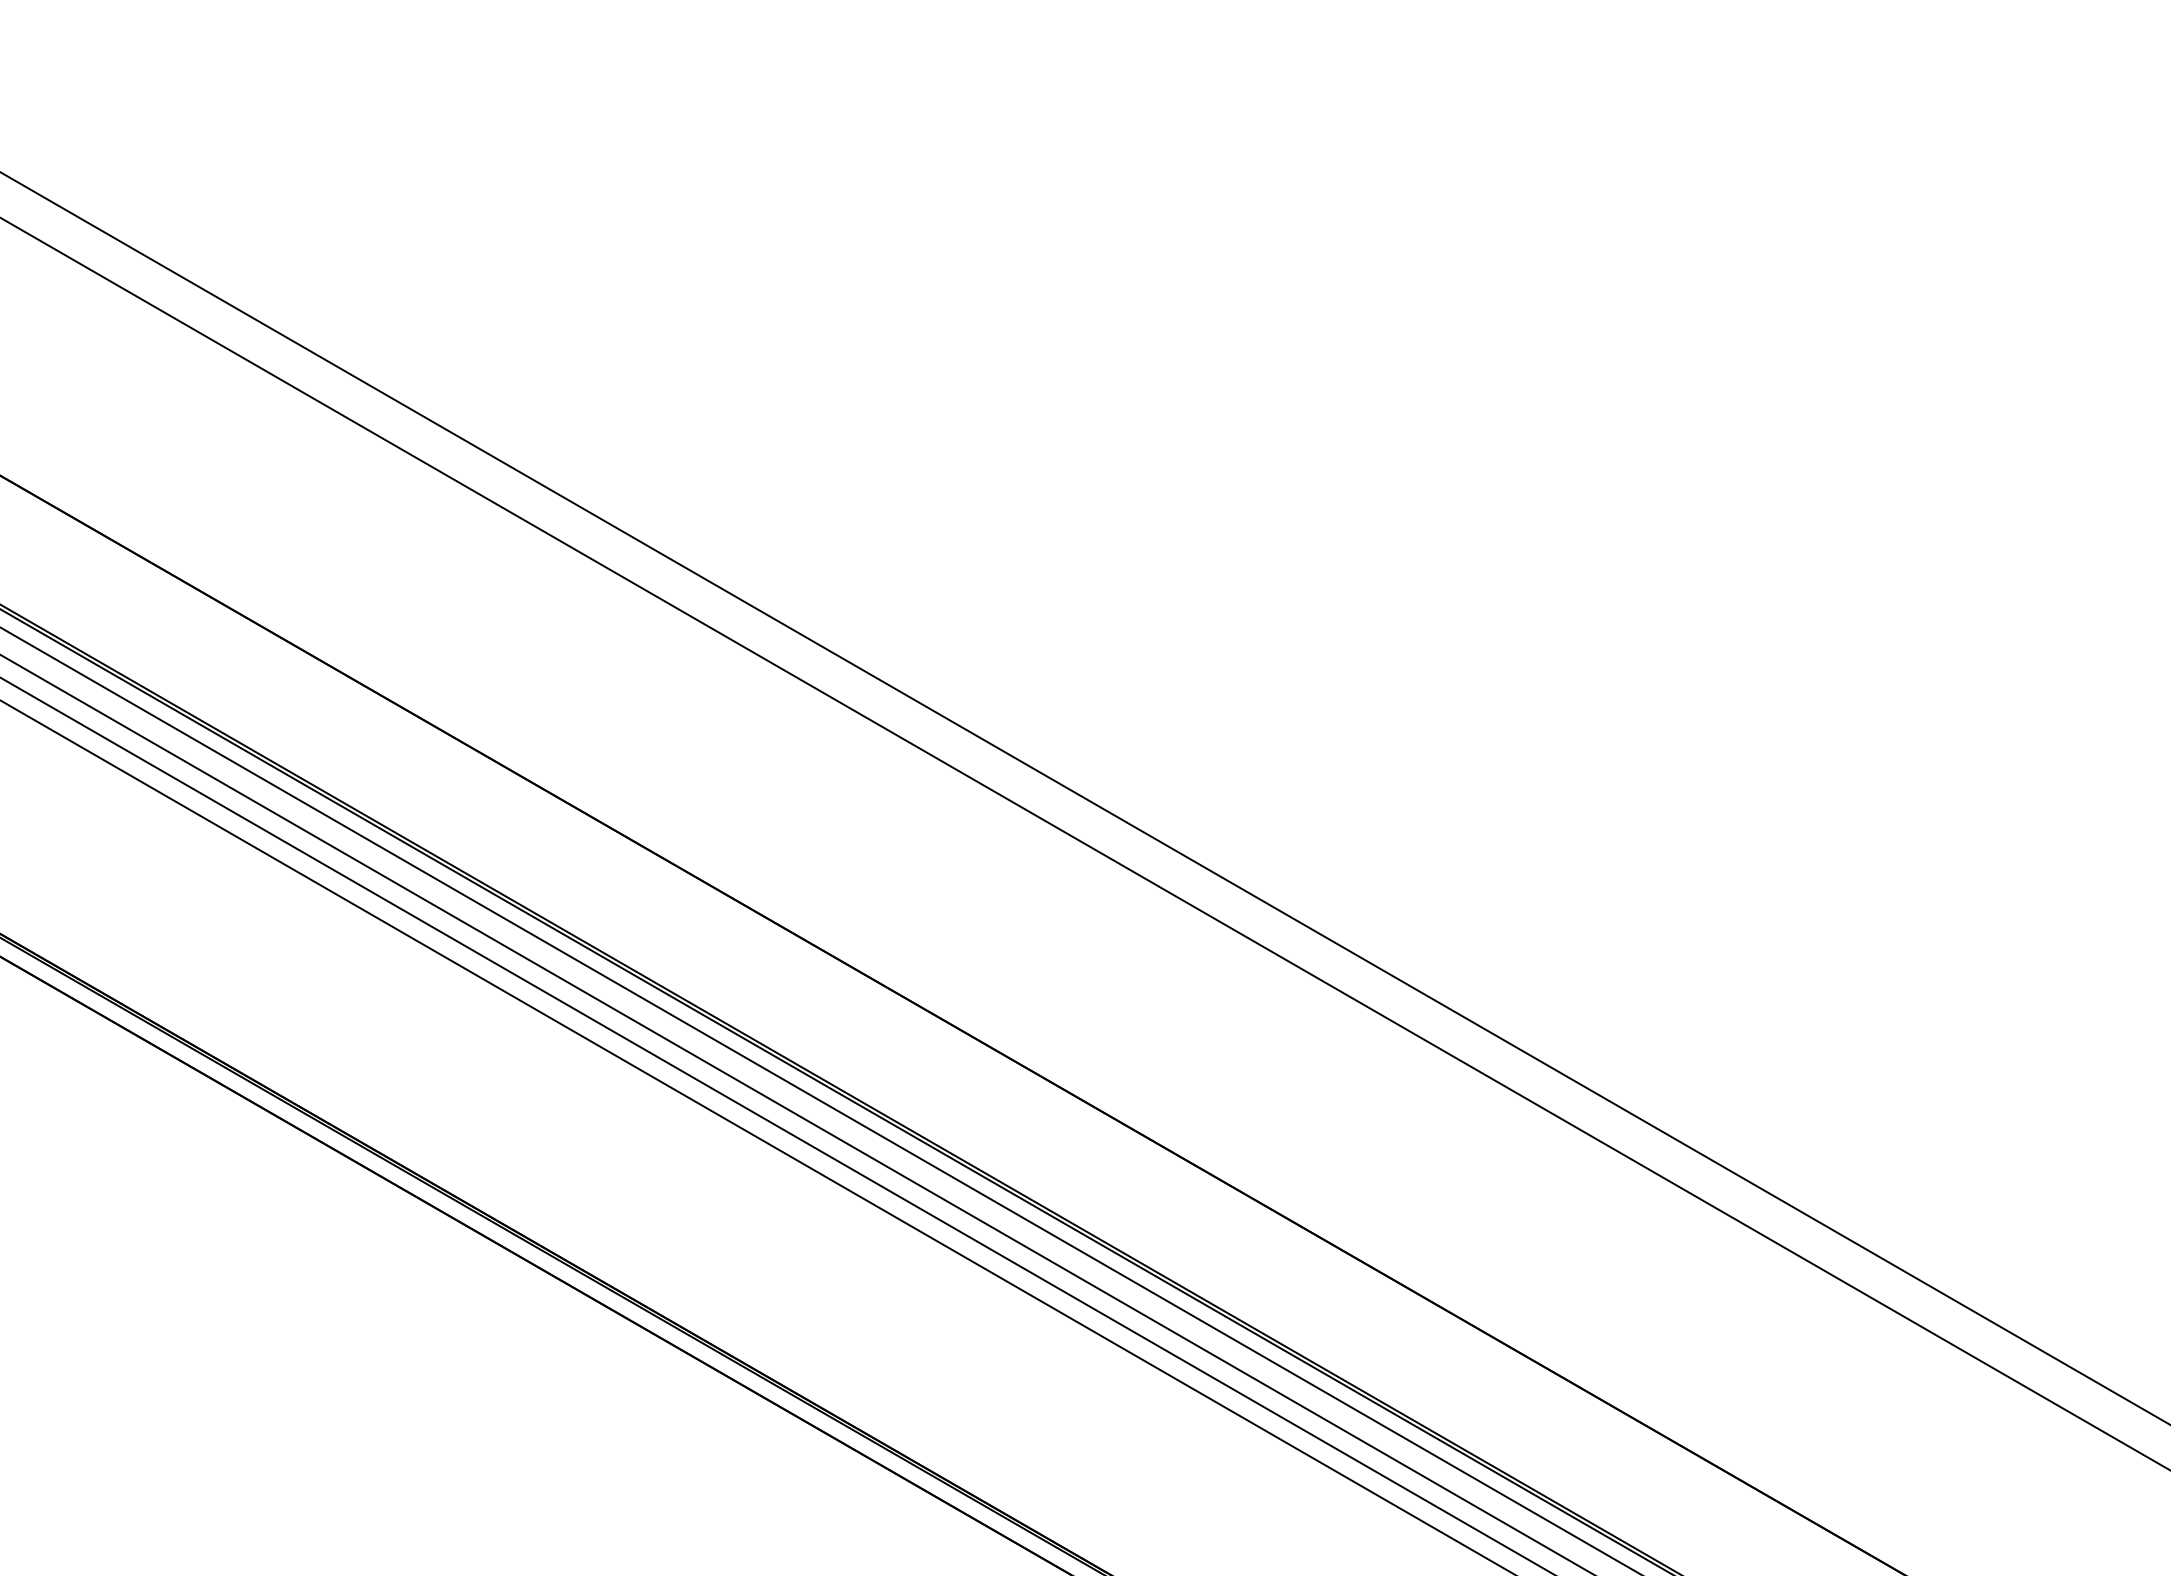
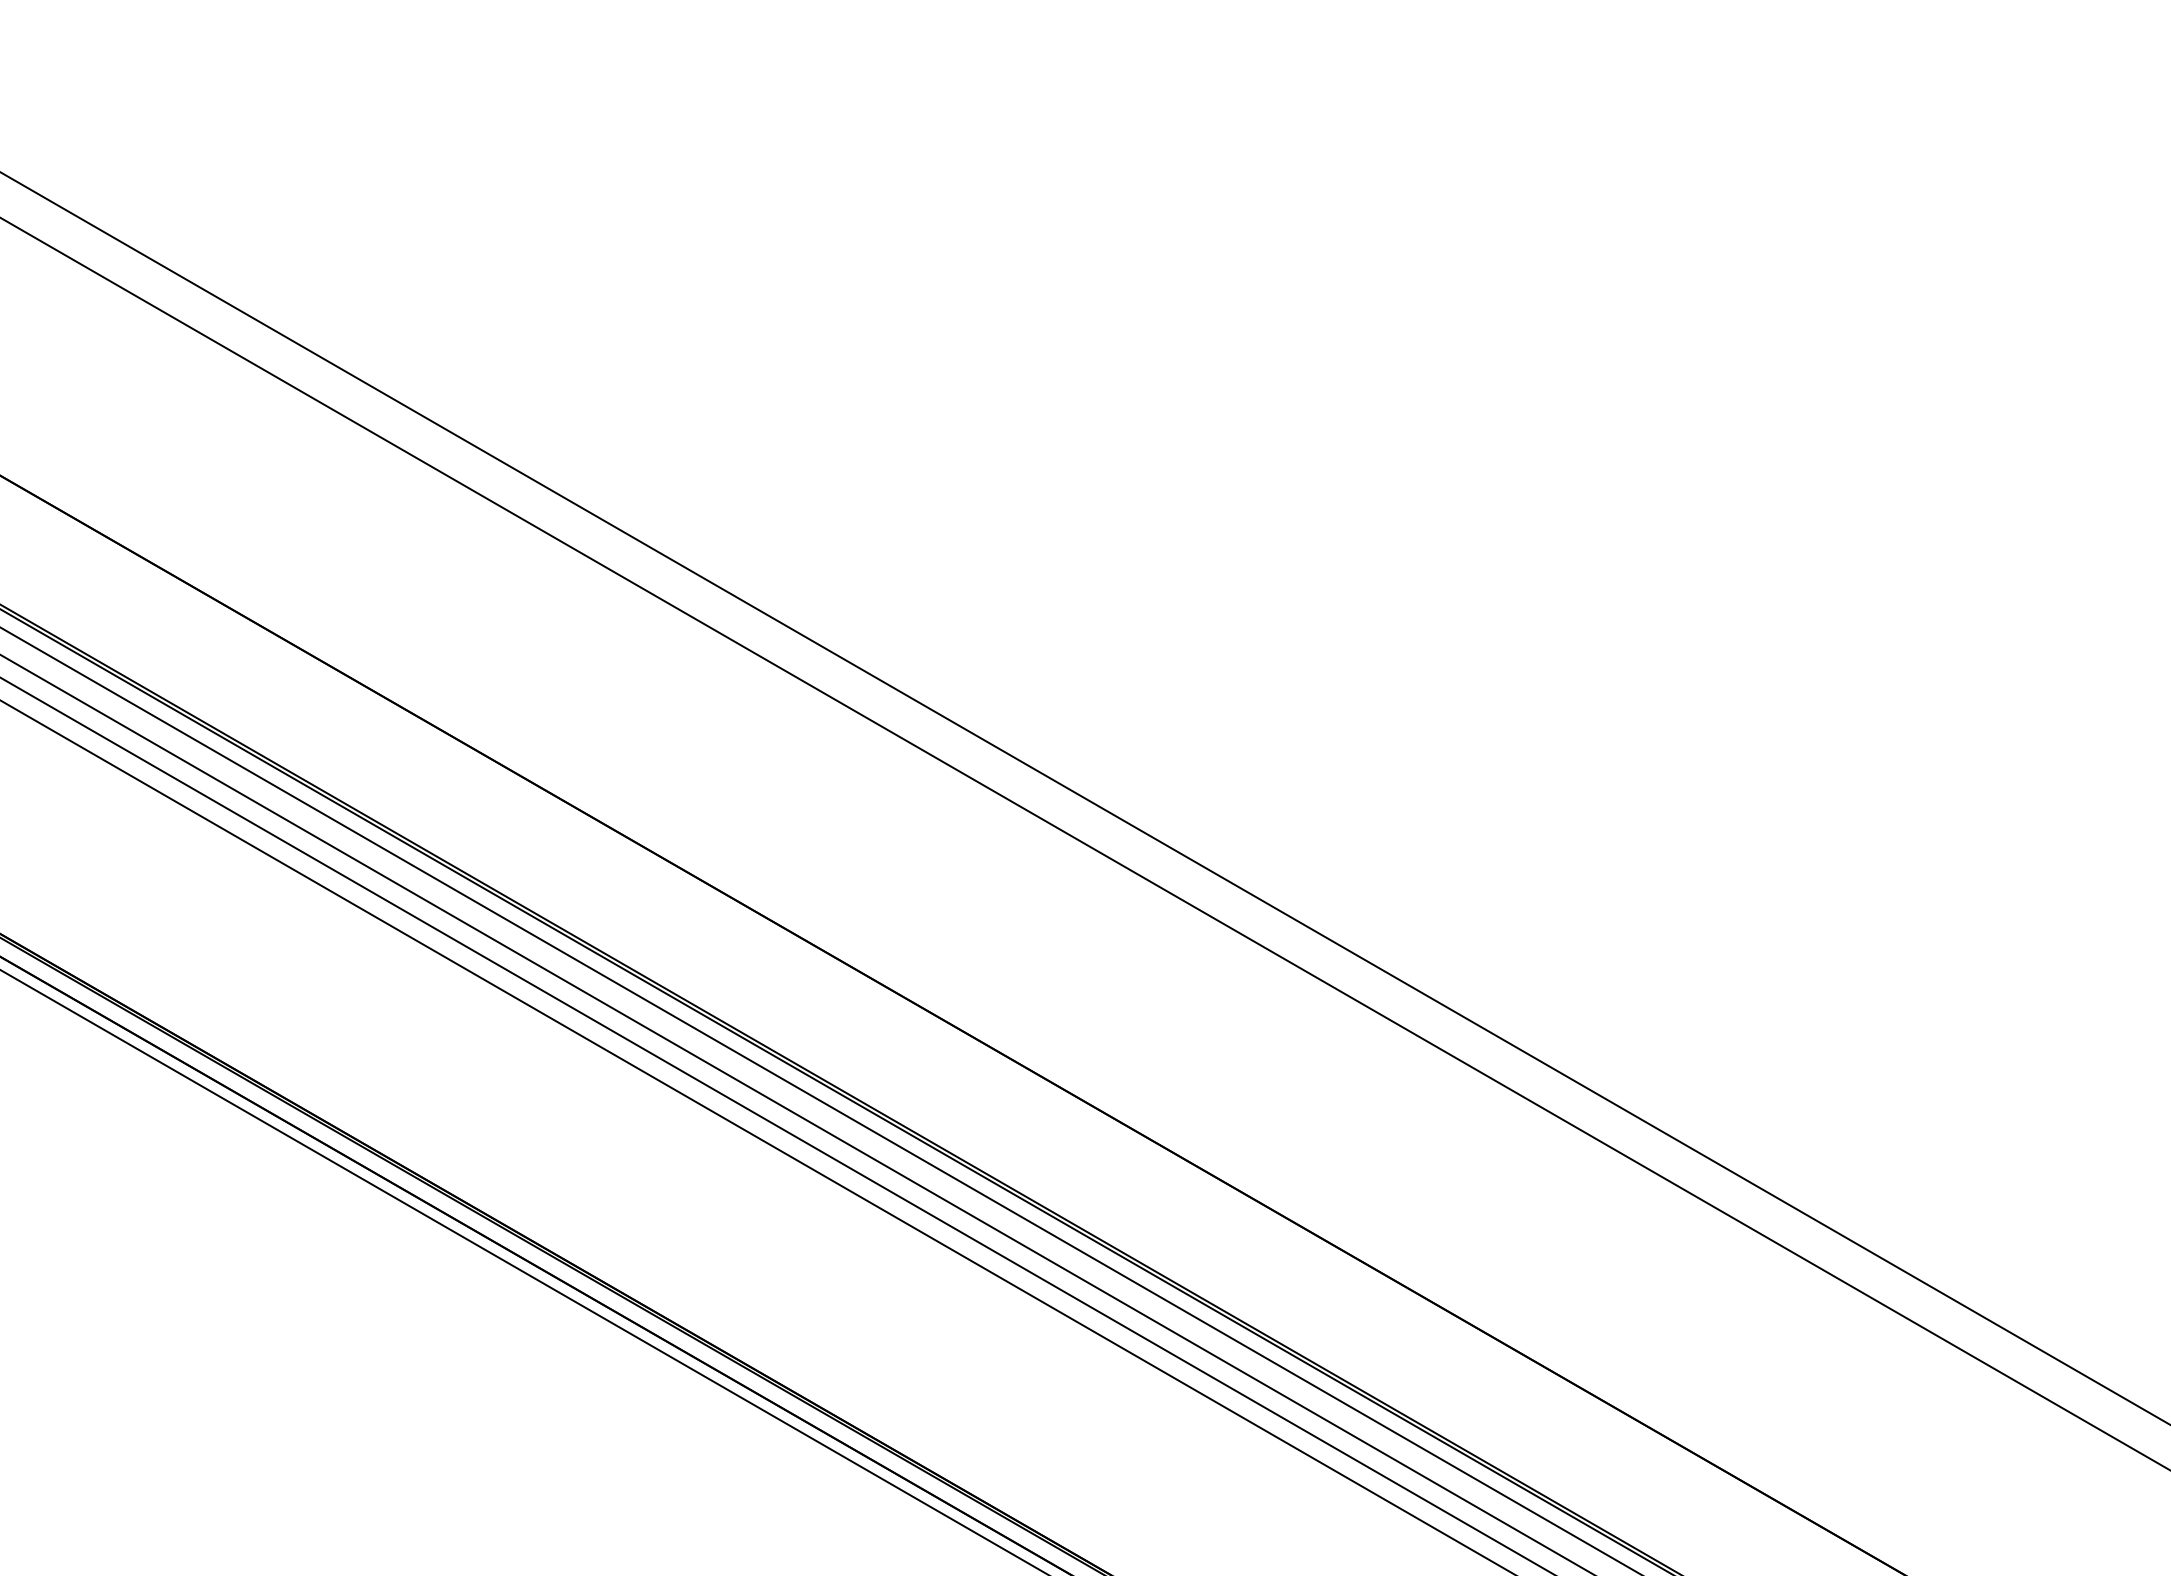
line at (523, 1271): none -> present
